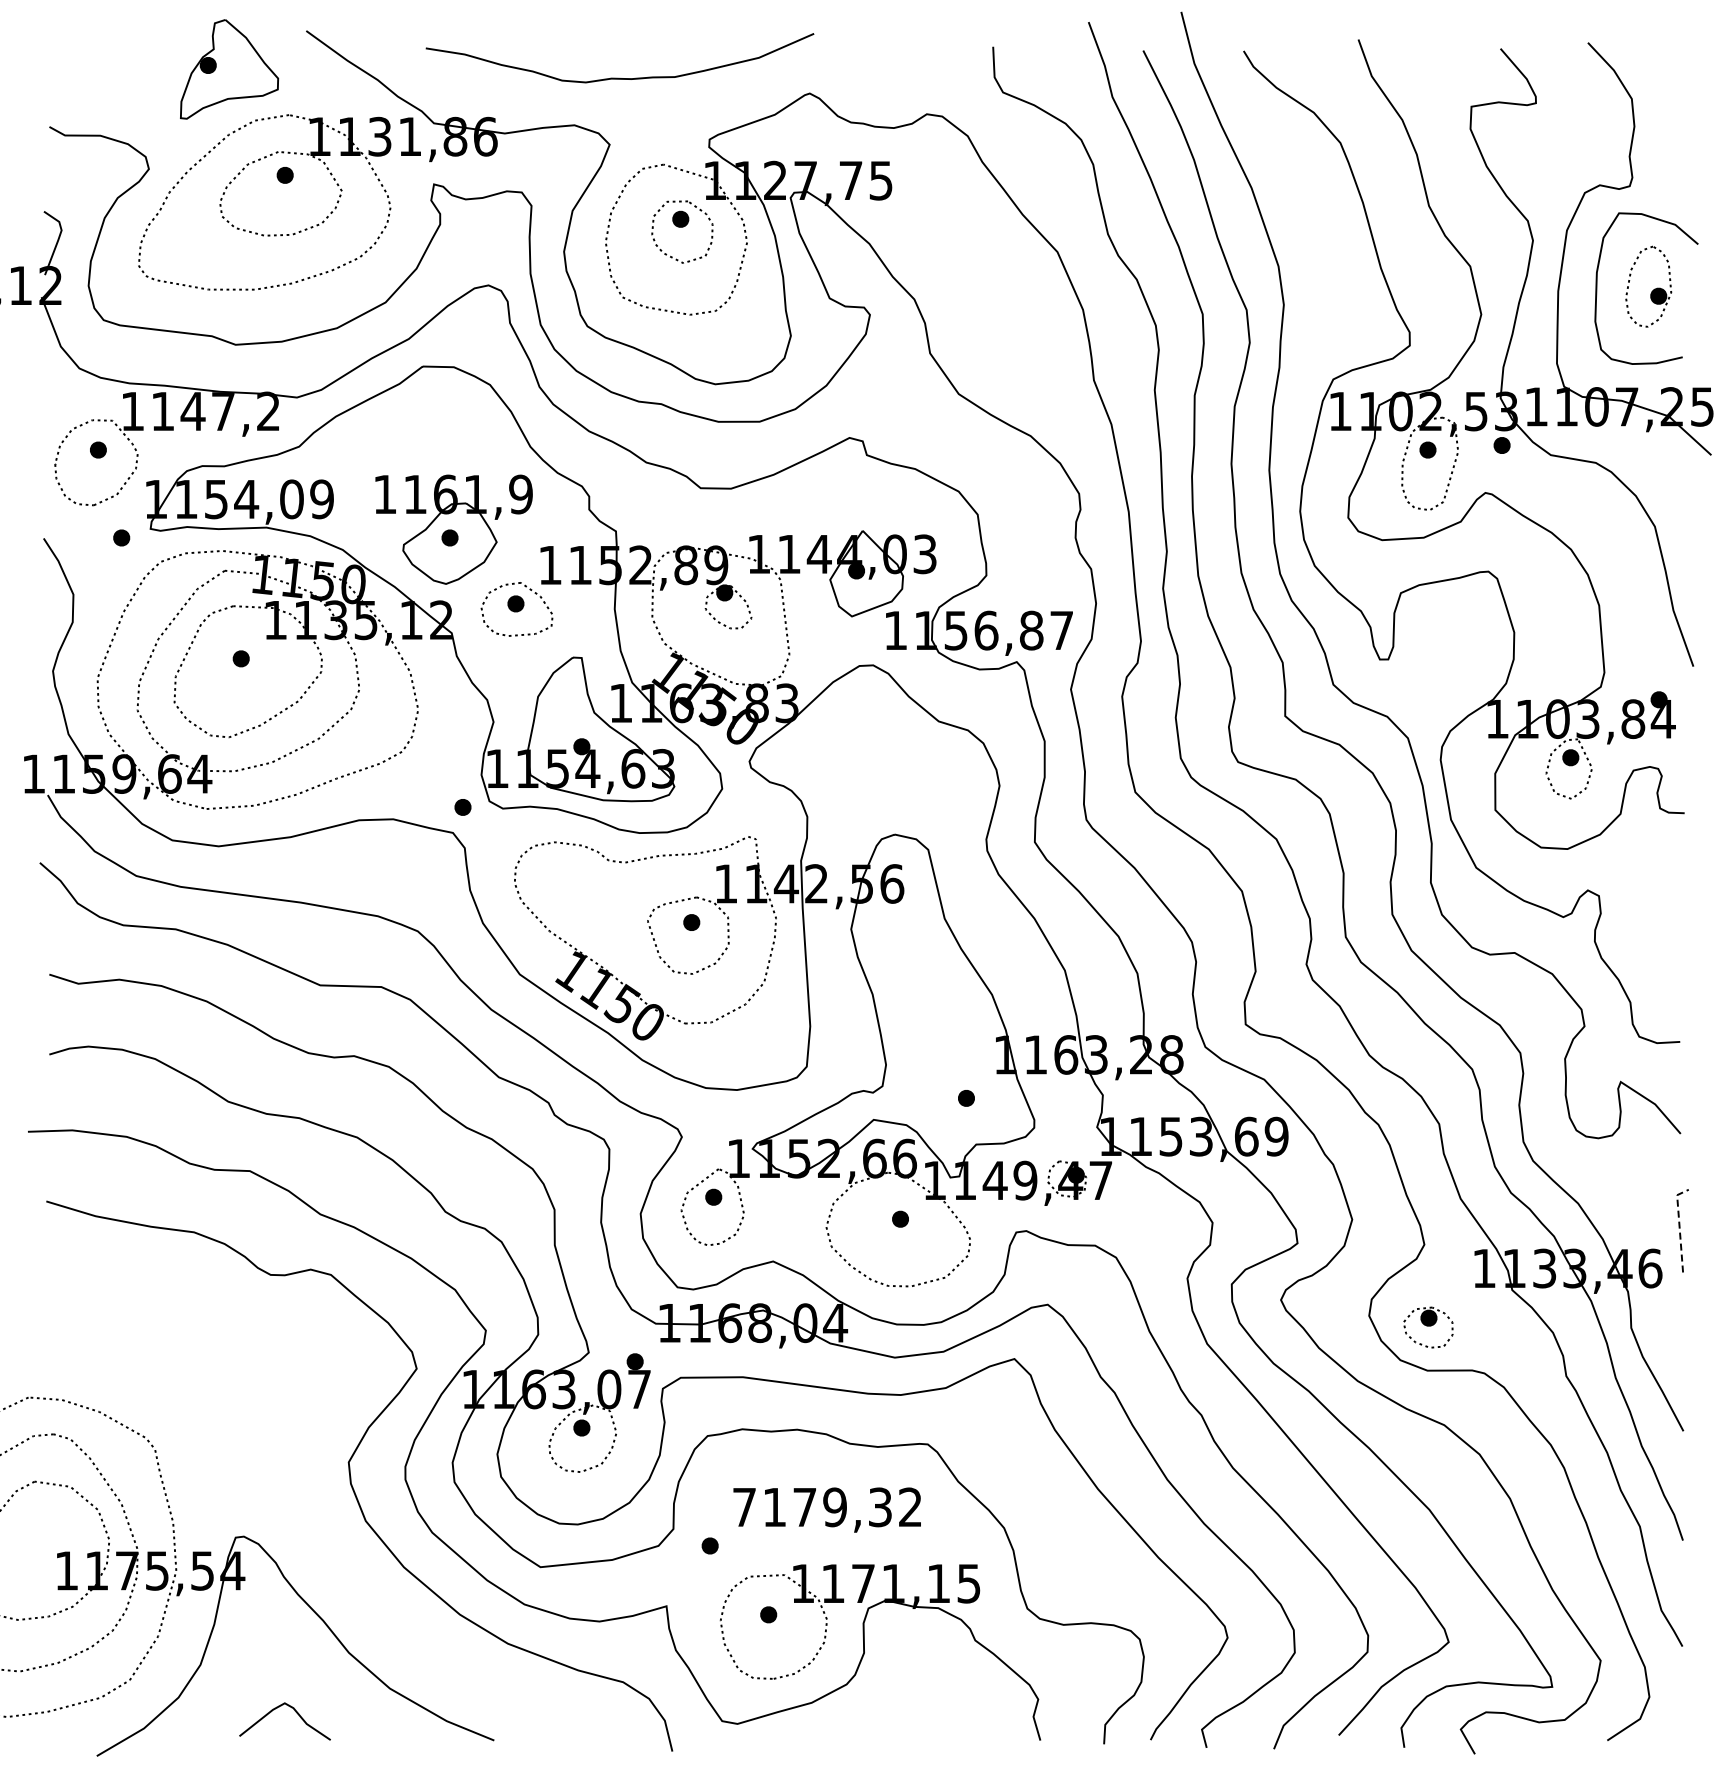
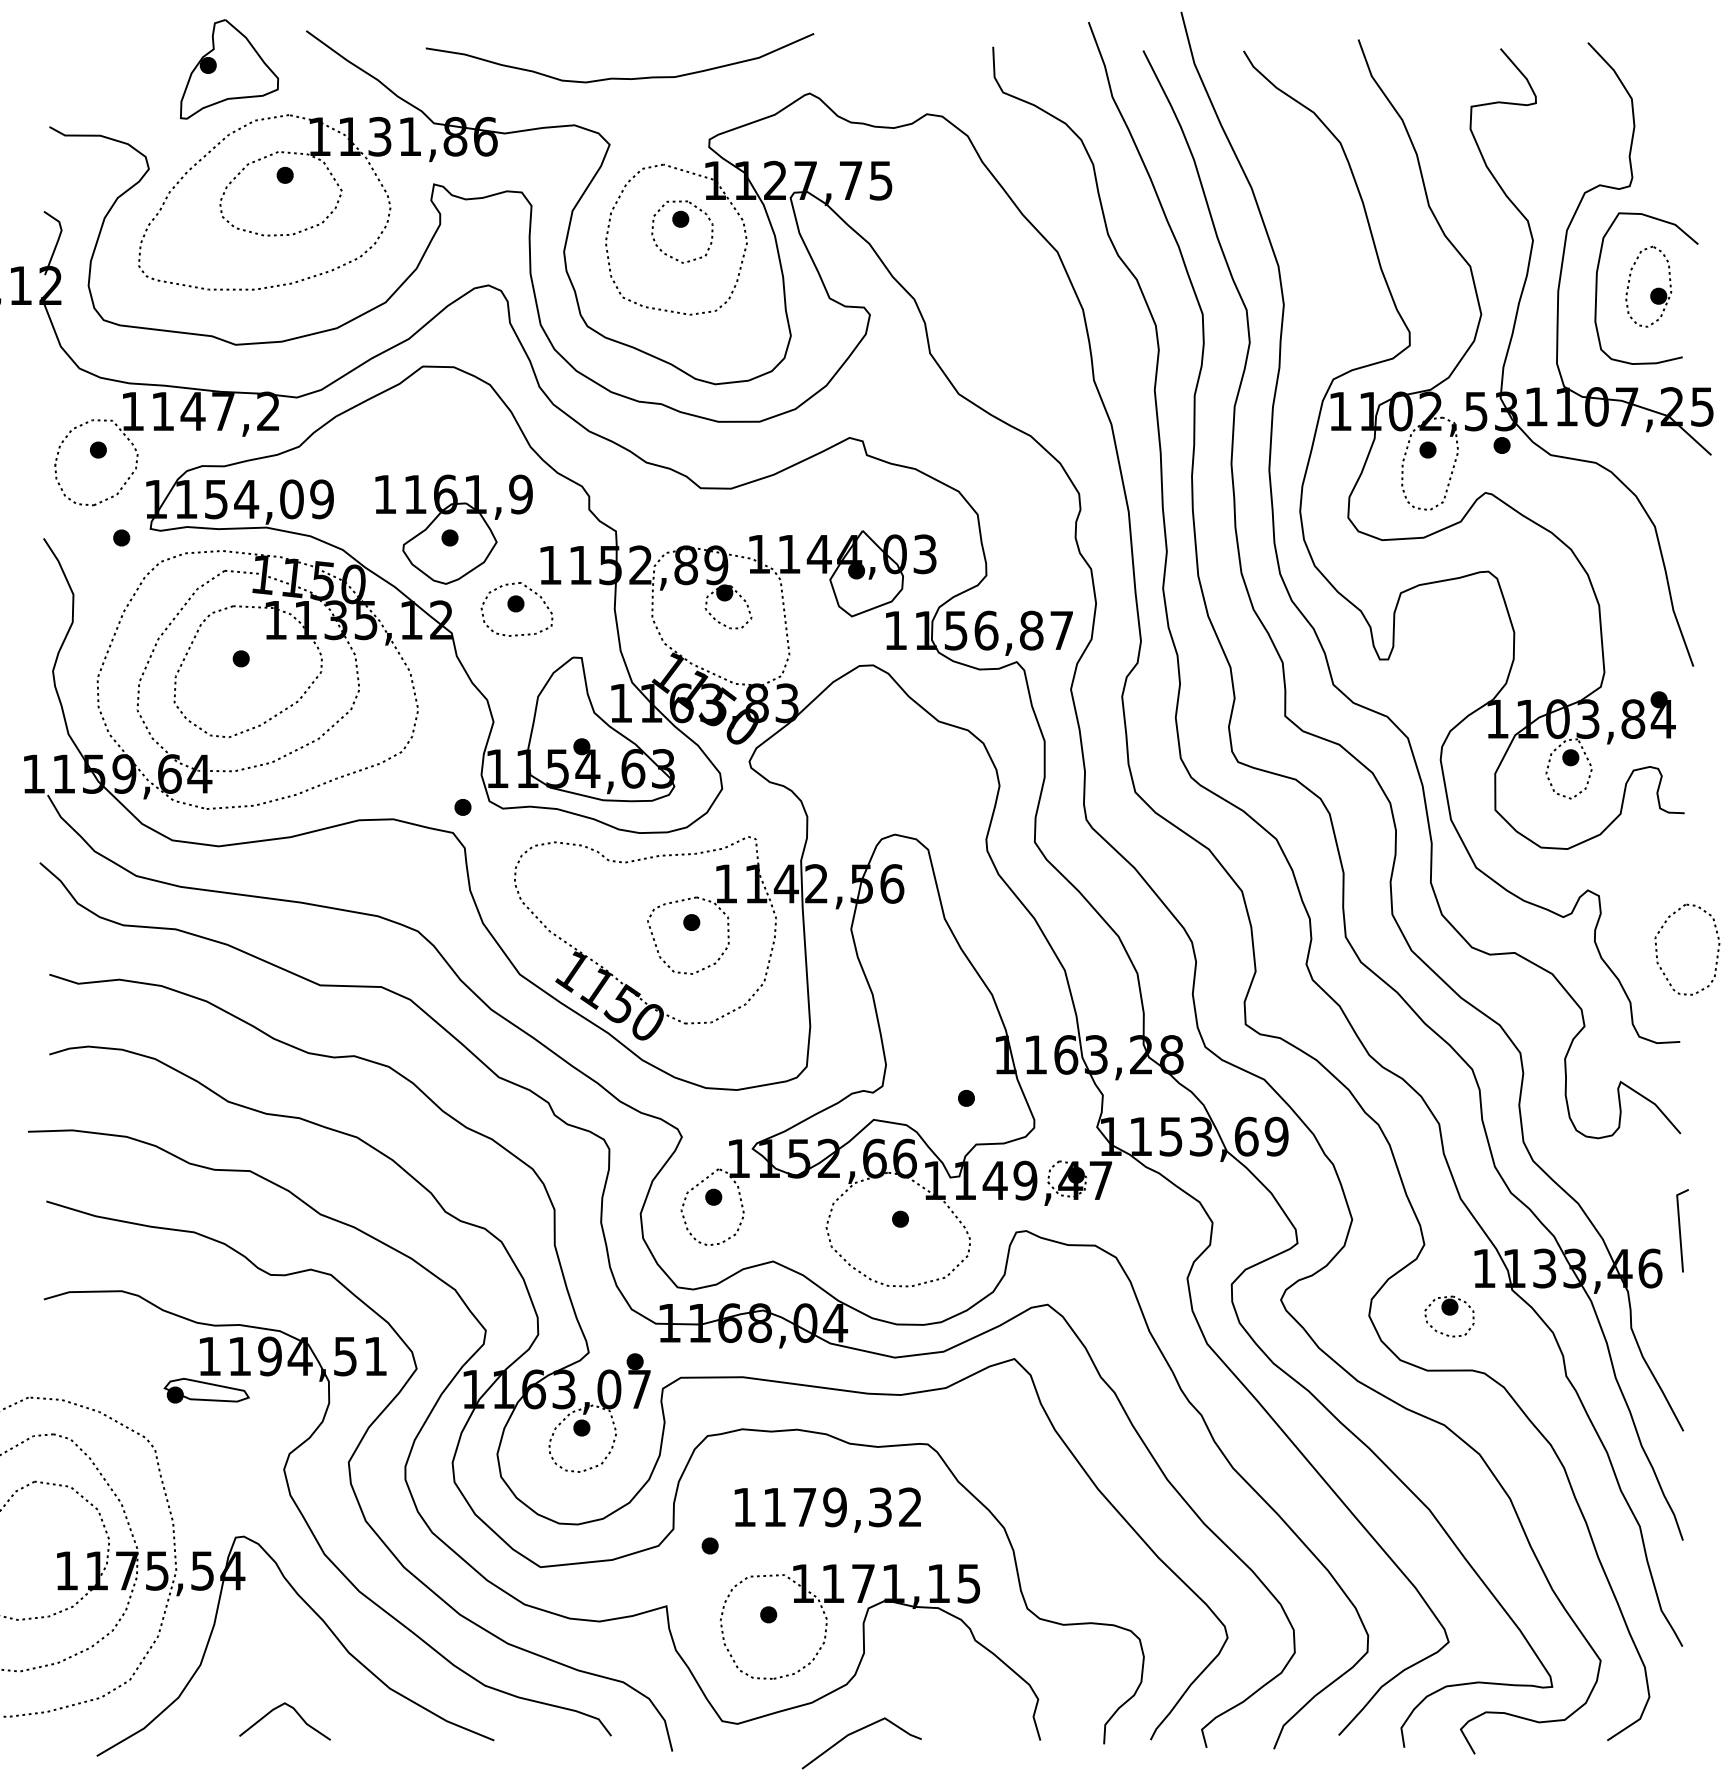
part at (1716, 956): none -> present
line at (1679, 1226): dashed -> solid
part at (1428, 1327) position: (1428, 1327) -> (1449, 1316)
text at (744, 1507): 7179,32 -> 1179,32
part at (308, 1523): none -> present
line at (856, 1732): none -> present
